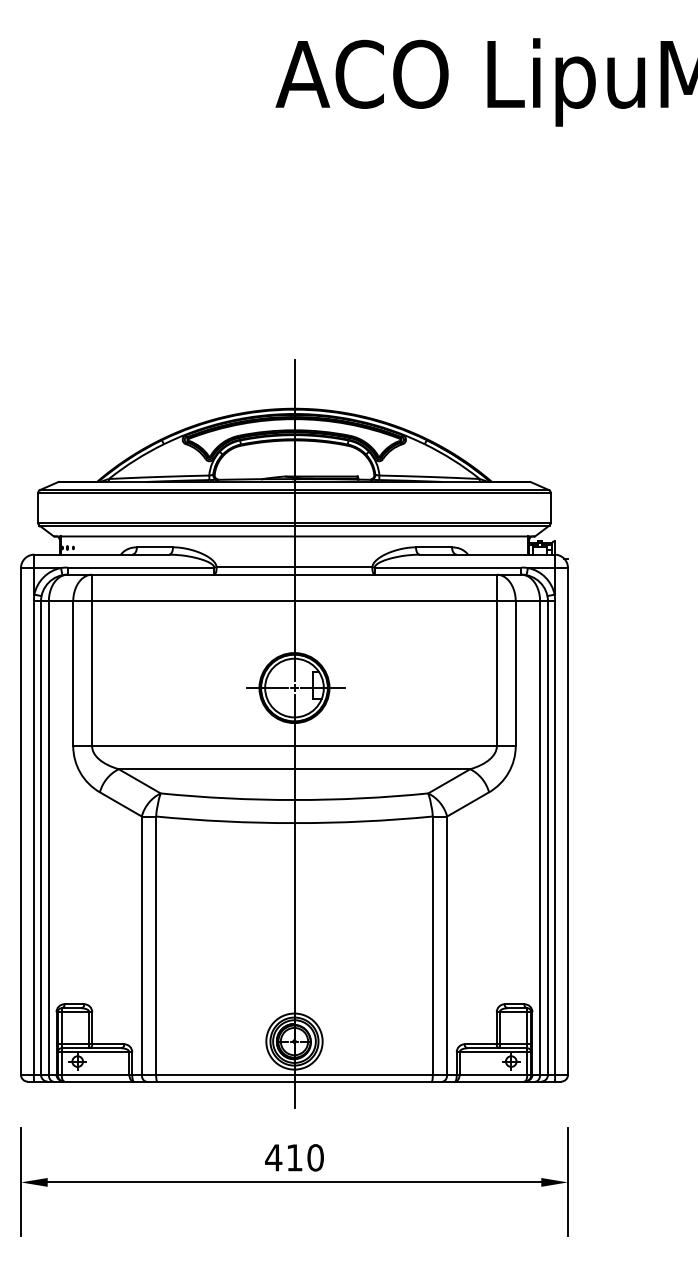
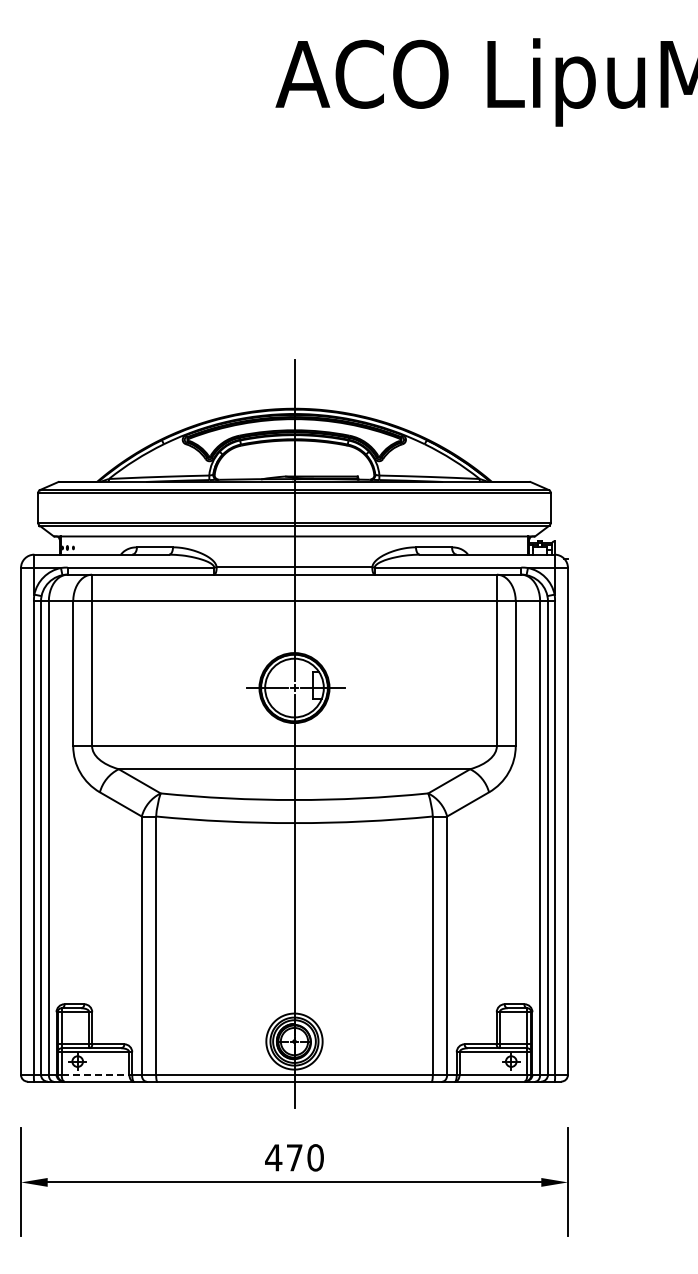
line at (95, 1074): solid -> dashed
text at (294, 1157): 410 -> 470
